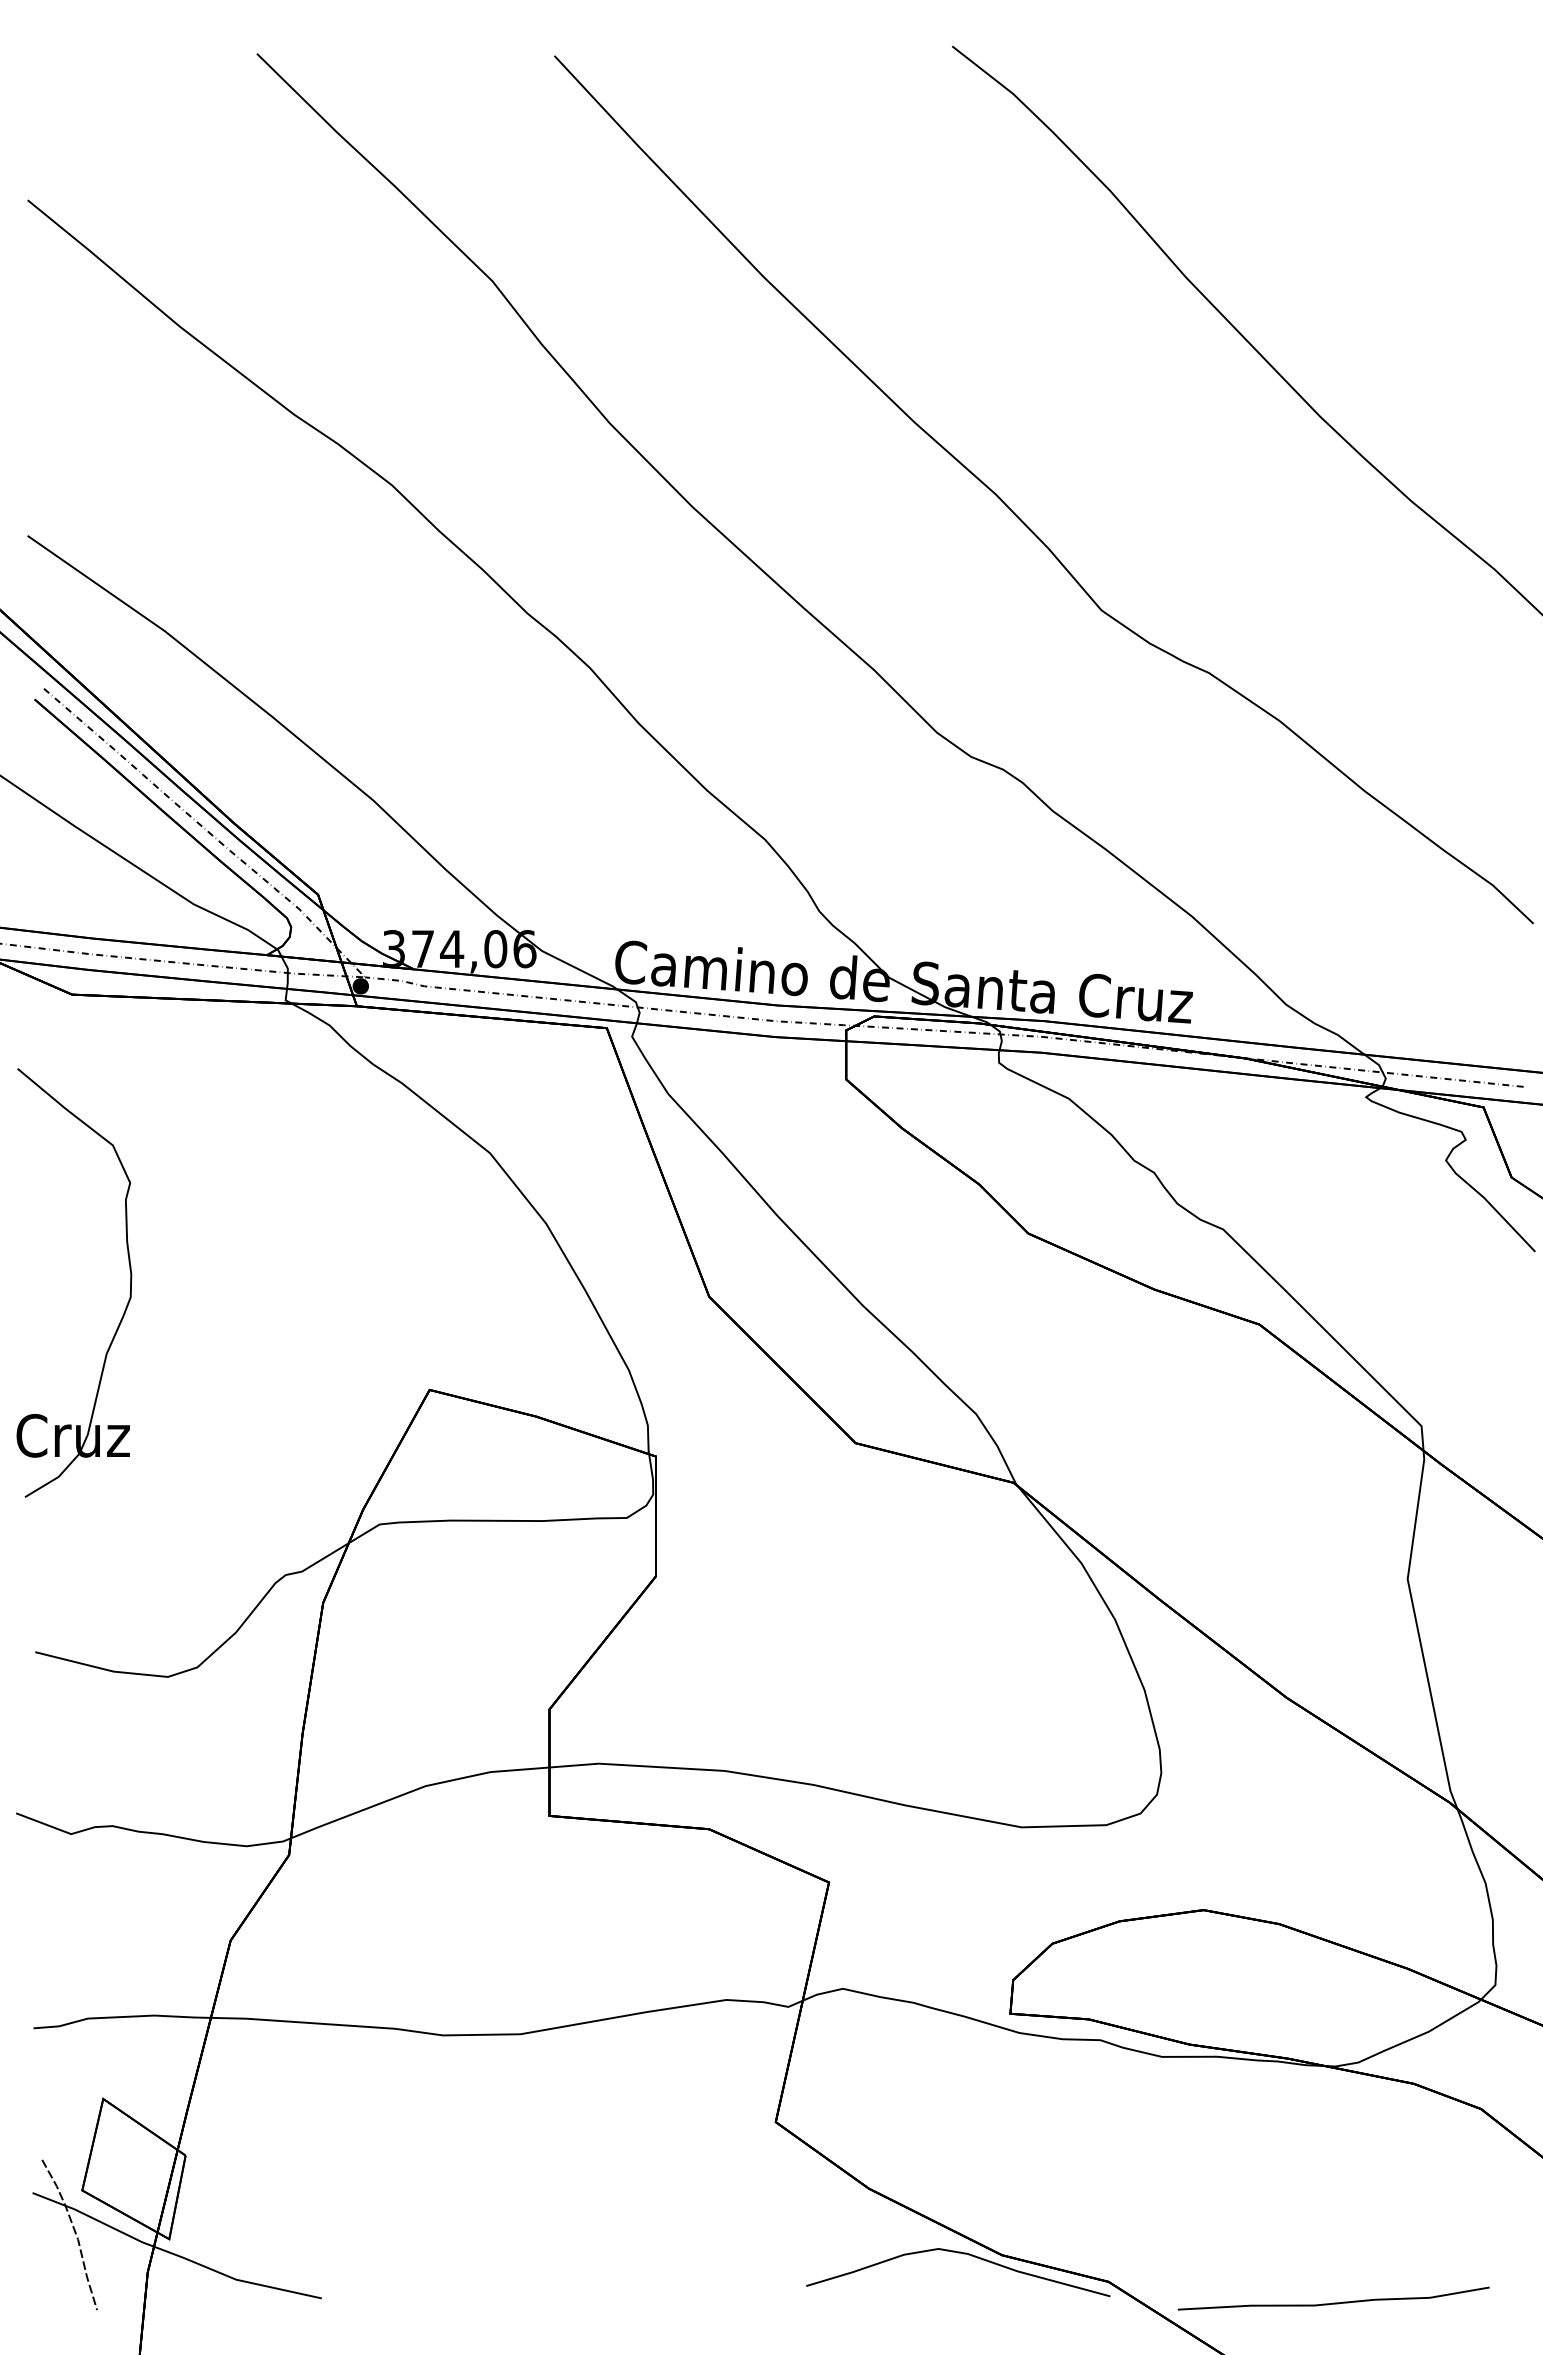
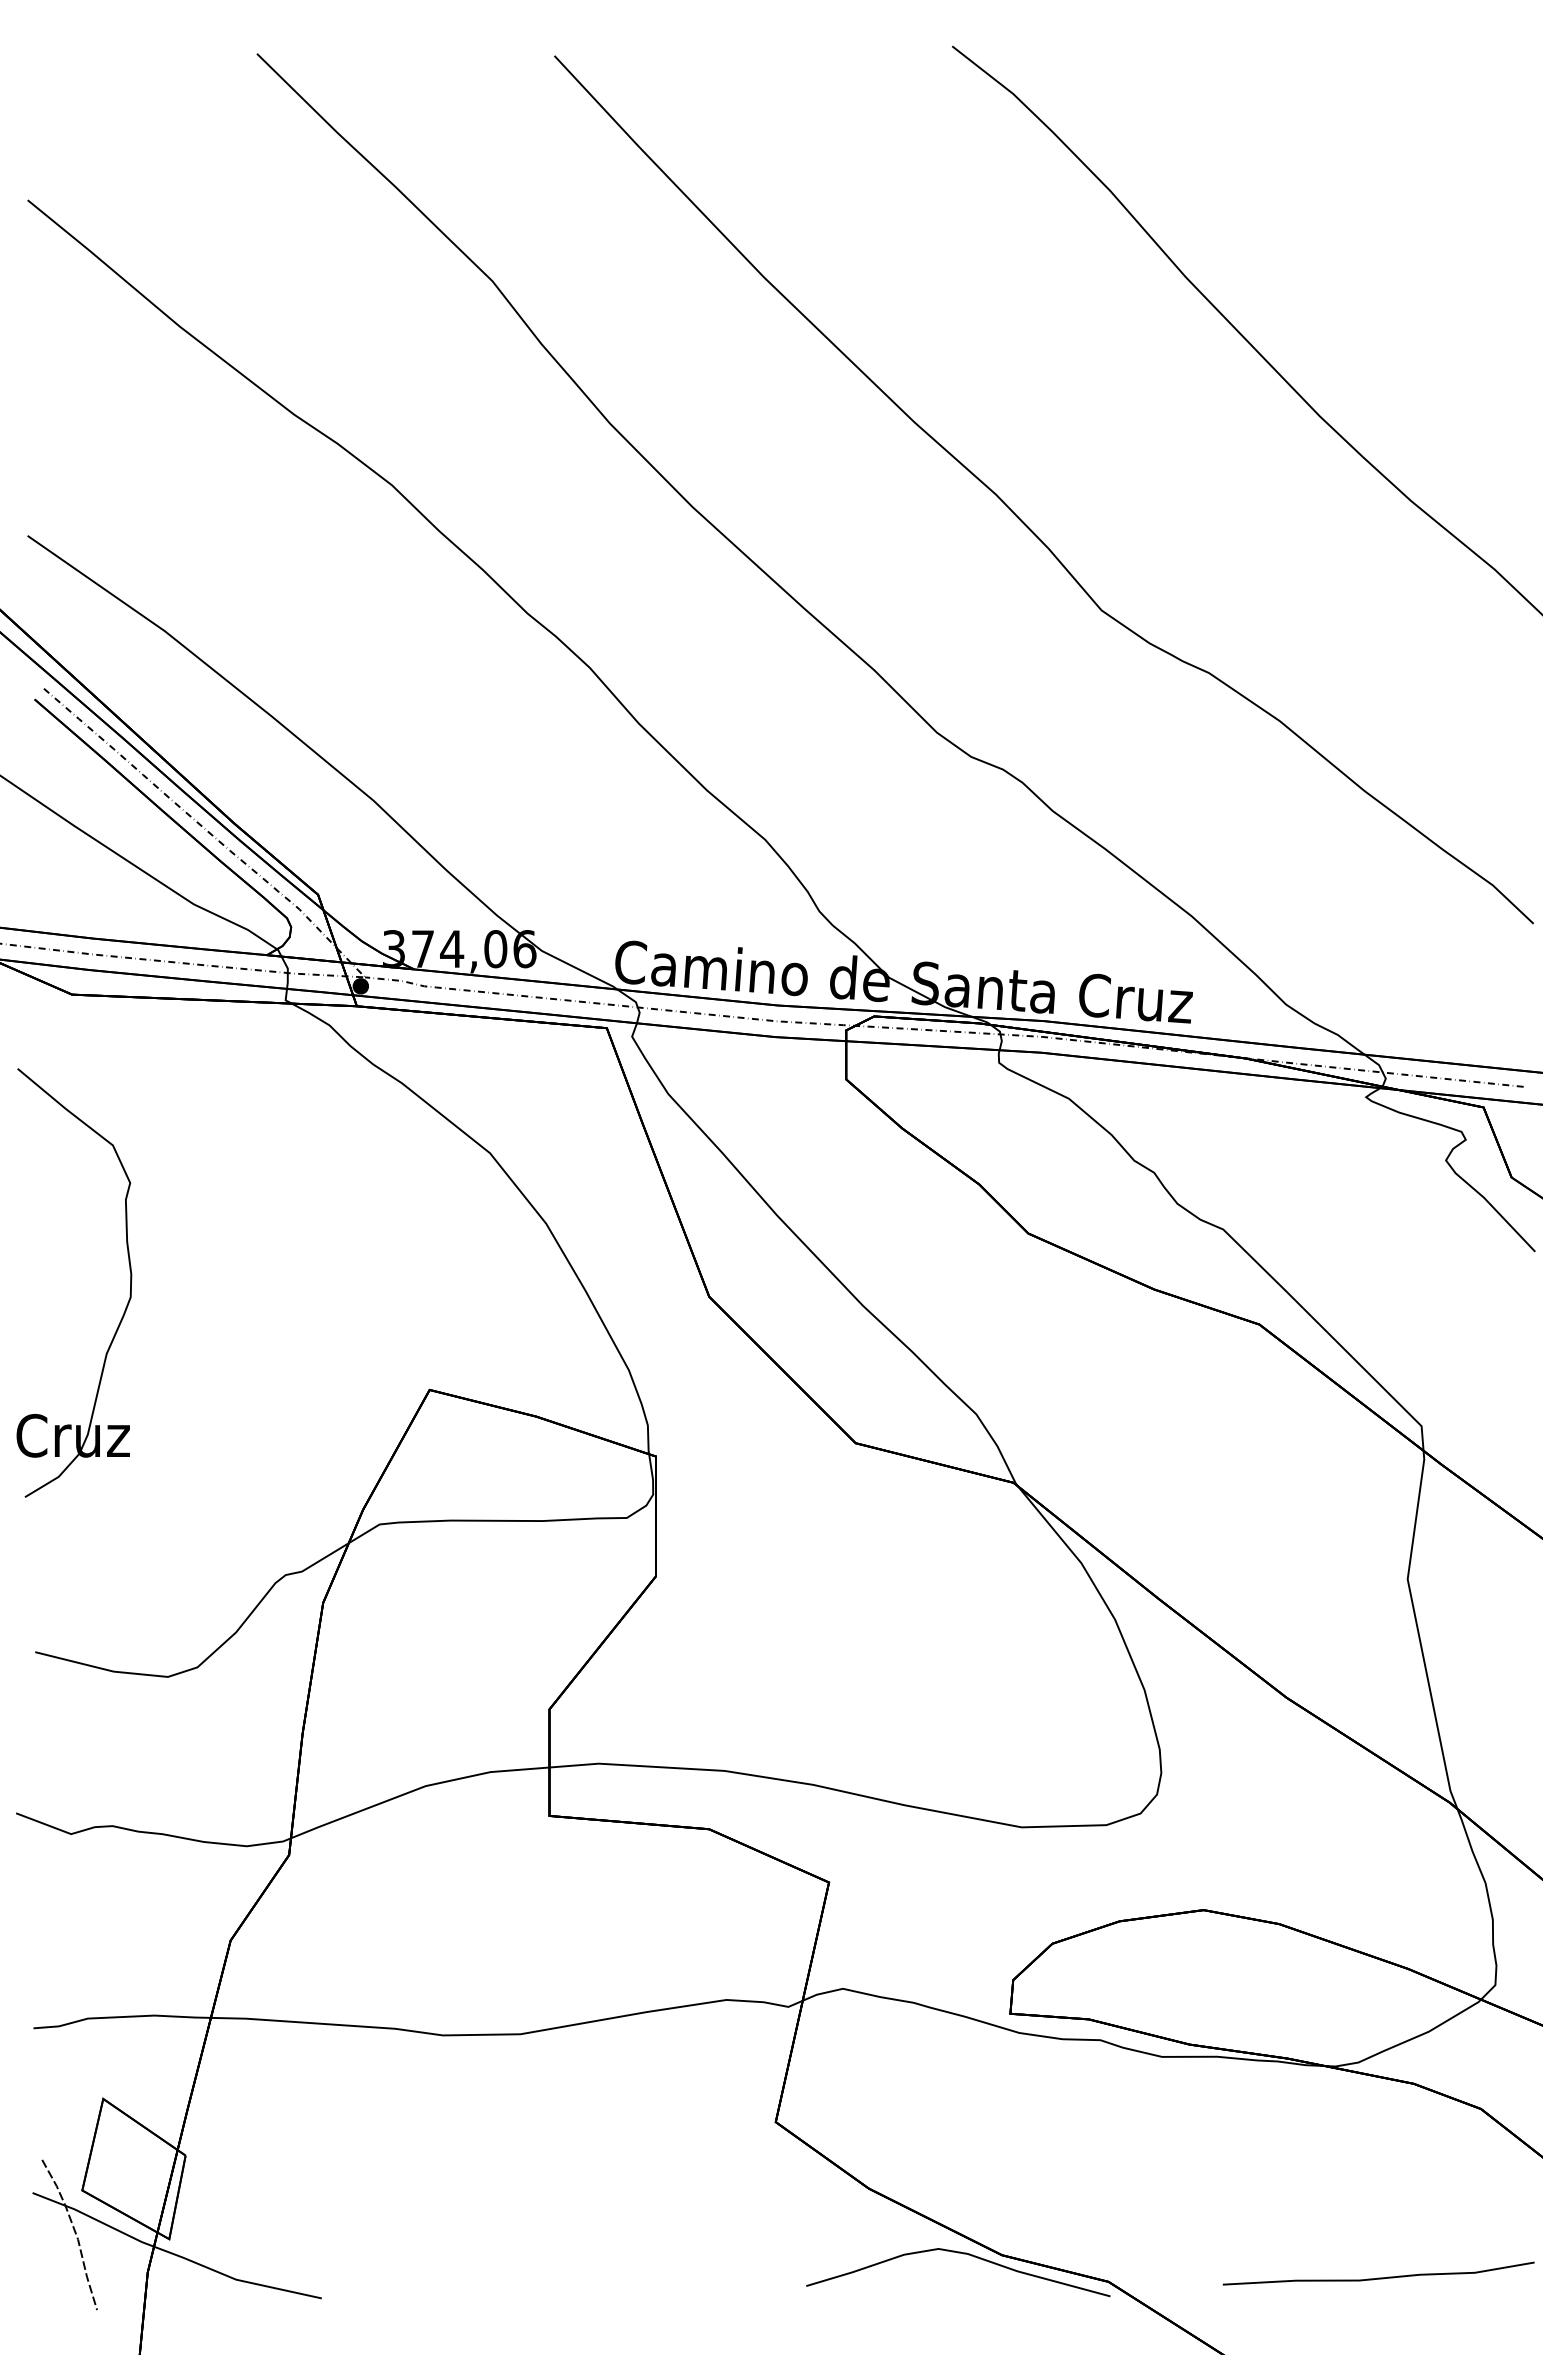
curve at (1333, 2302) position: (1333, 2302) -> (1378, 2277)
